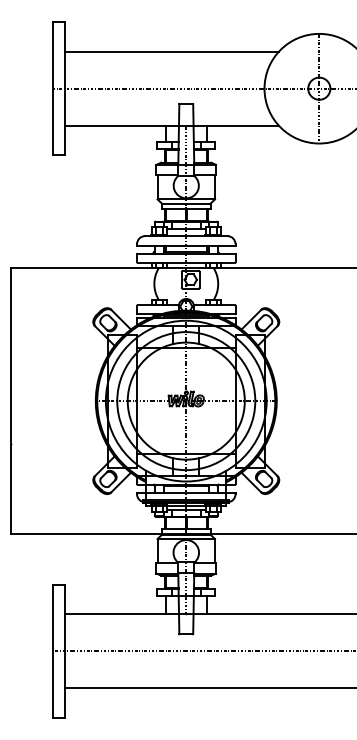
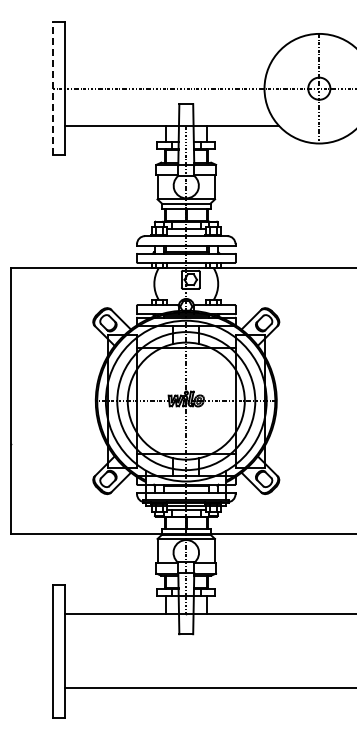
line at (171, 51): present -> none
line at (53, 88): solid -> dashed
line at (203, 651): present -> none
